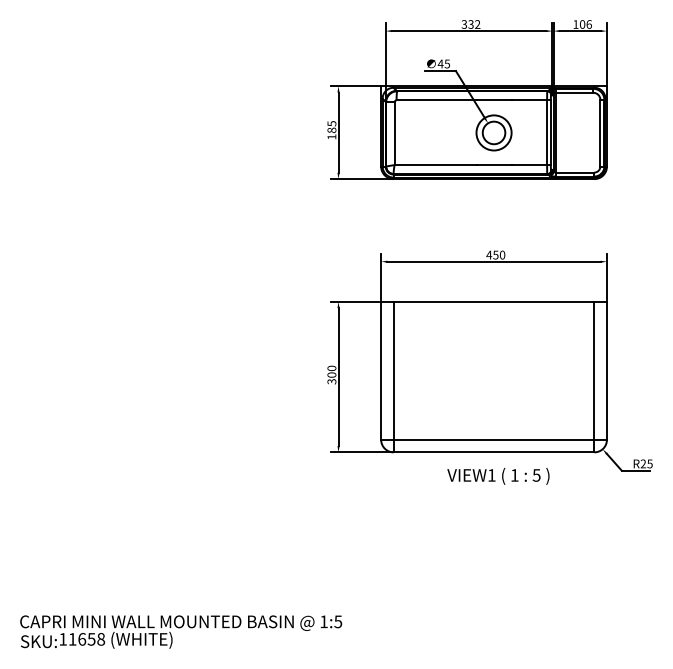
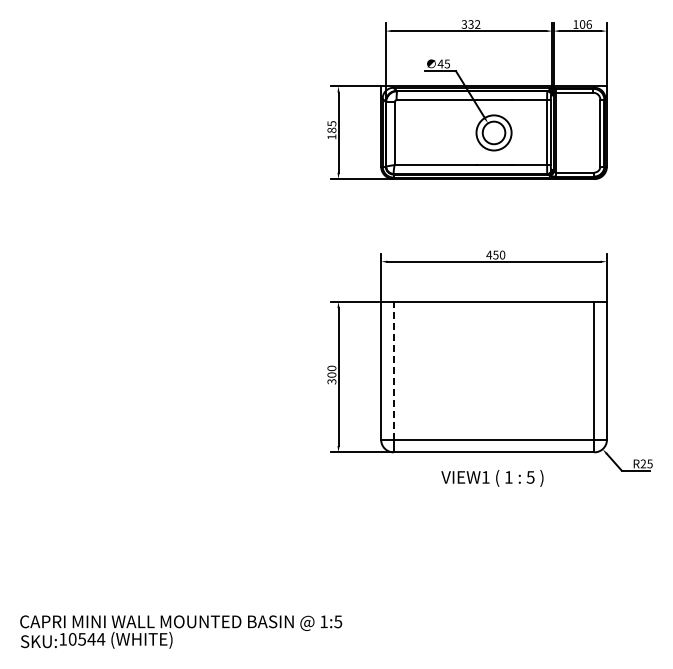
line at (393, 370): solid -> dashed
text at (498, 476) position: (498, 476) -> (492, 478)
text at (86, 639): 11658 -> 10544
